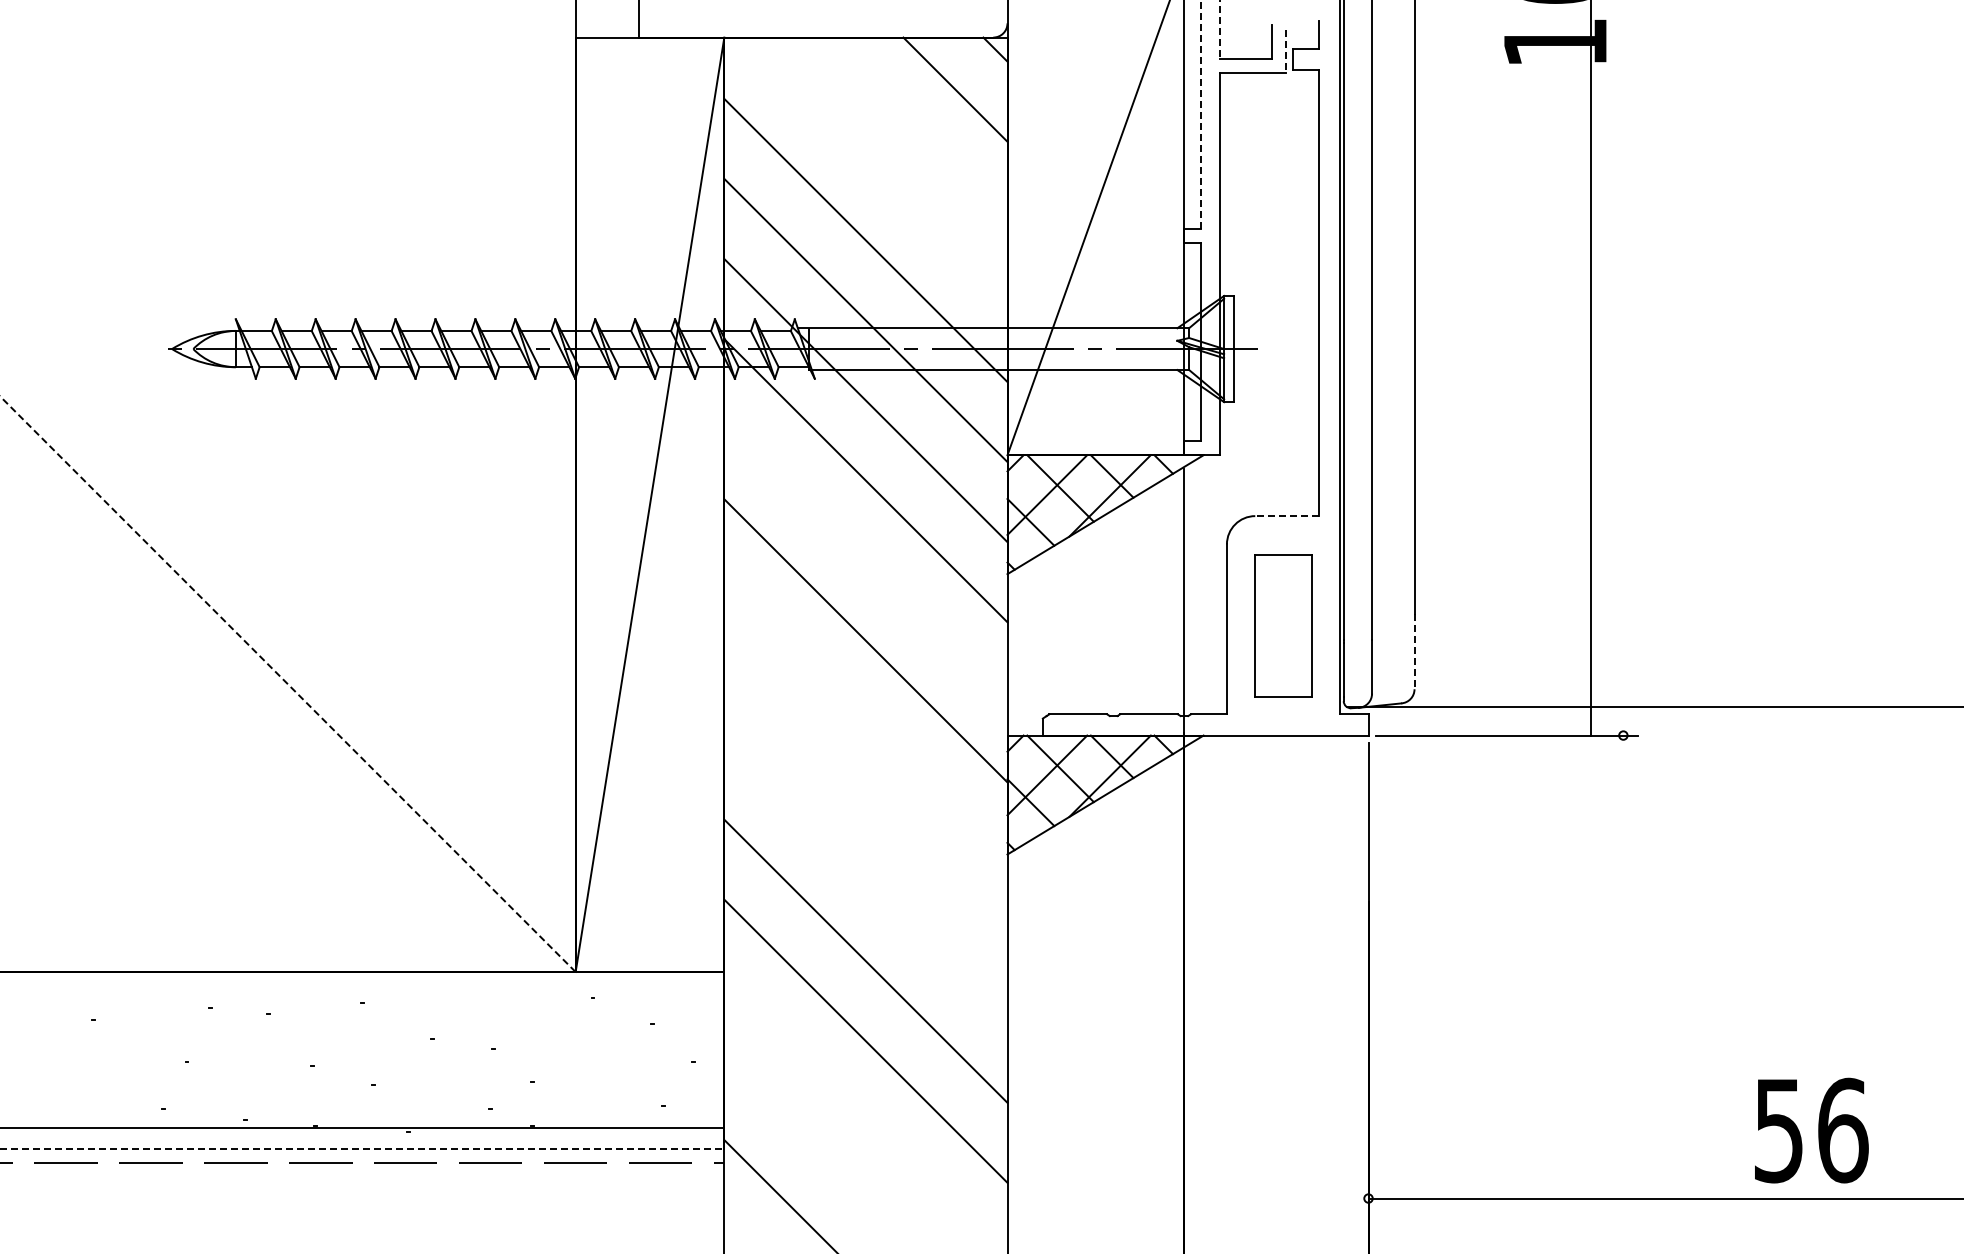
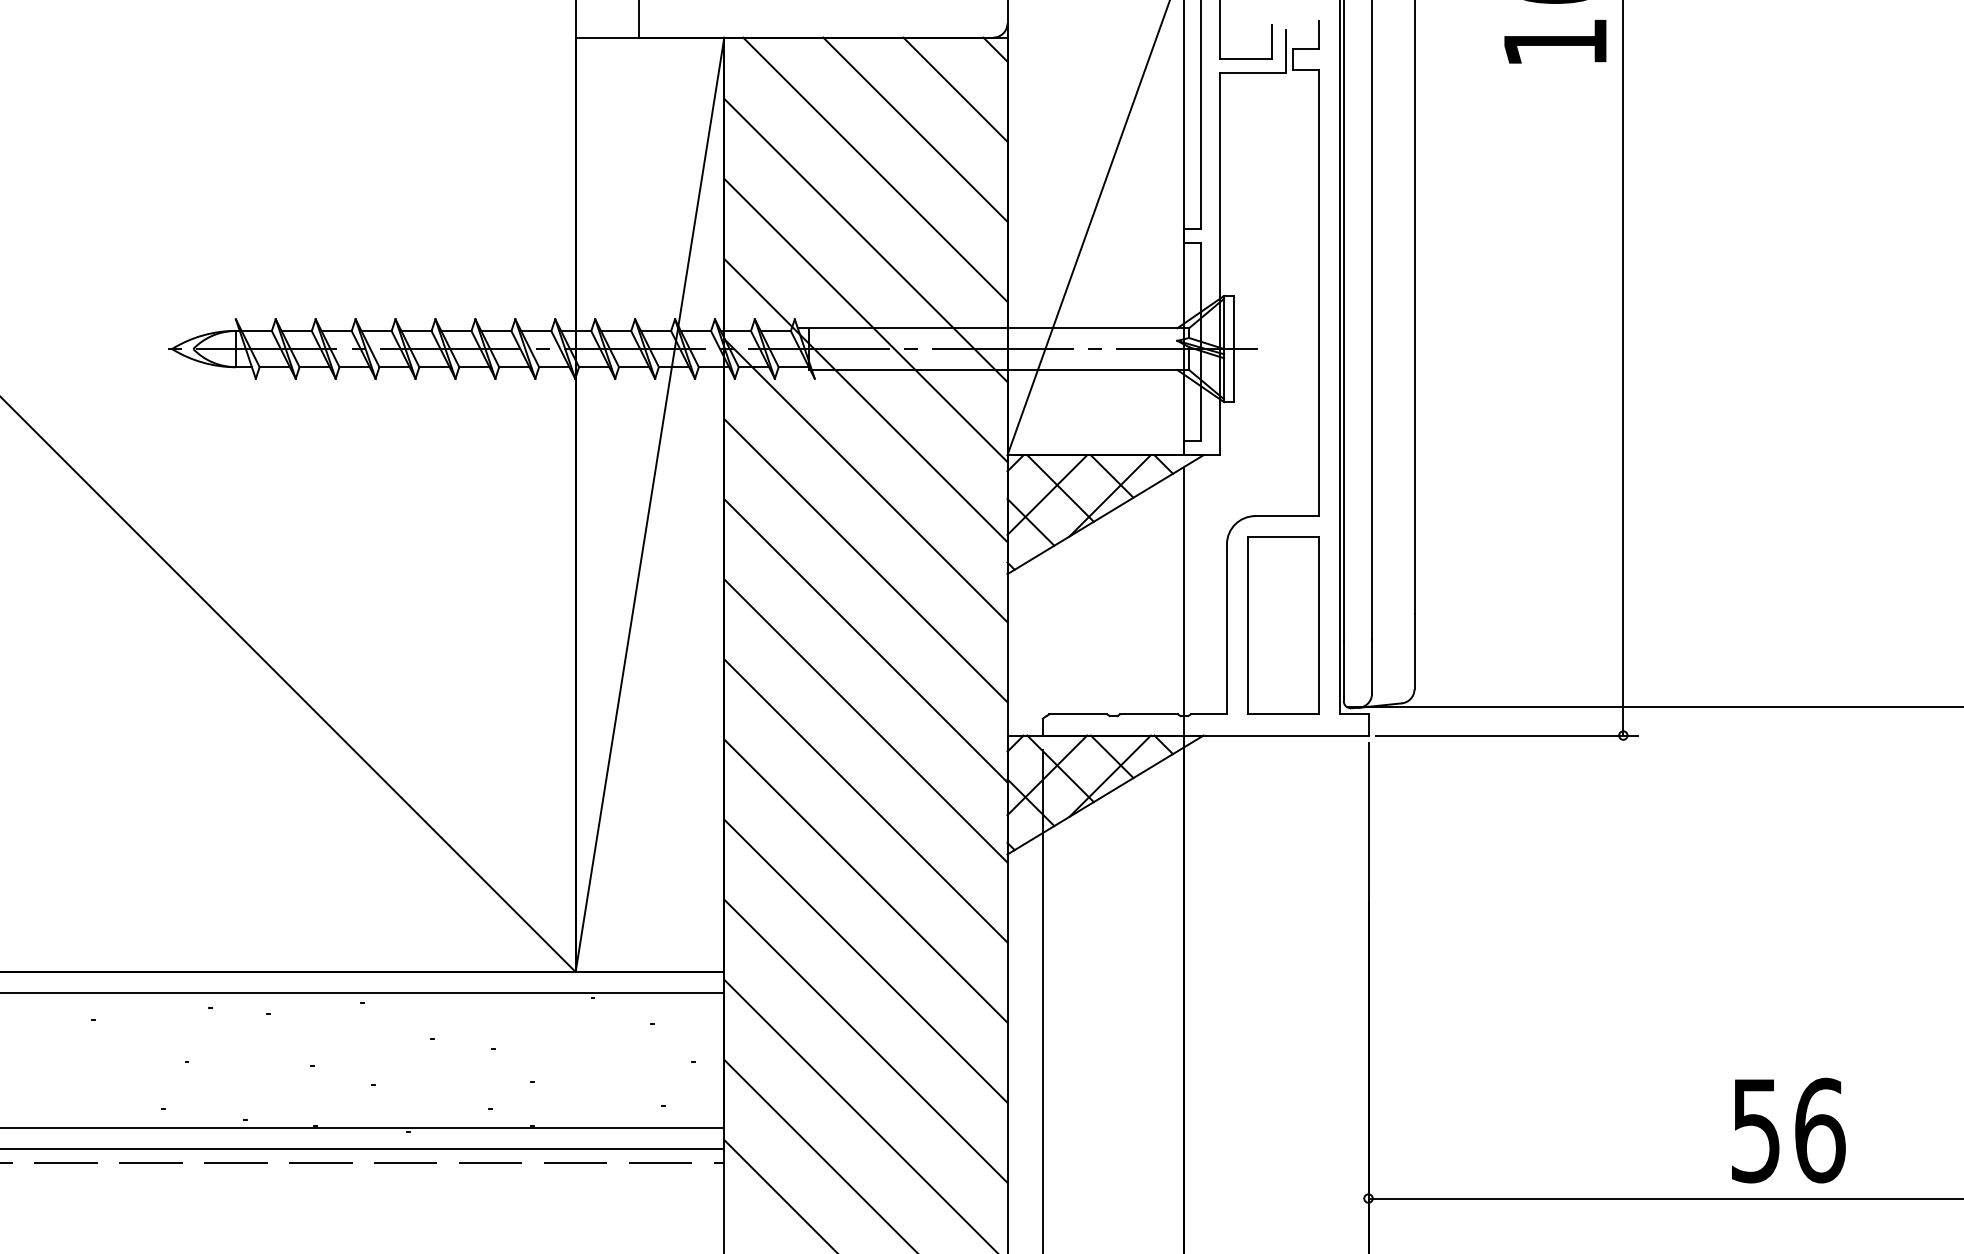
line at (1219, 29): dashed -> solid
line at (1286, 52): dashed -> solid
line at (1201, 114): dashed -> solid
line at (915, 129): none -> present
line at (875, 169): none -> present
line at (1591, 368) position: (1591, 368) -> (1623, 368)
line at (1287, 516): dashed -> solid
line at (865, 560): none -> present
part at (1283, 625) size: 59x144 px -> 73x179 px
line at (1414, 651): dashed -> solid
line at (288, 684): dashed -> solid
line at (865, 720): none -> present
line at (865, 800): none -> present
line at (865, 880): none -> present
line at (363, 993): none -> present
line at (1042, 999): none -> present
line at (859, 1114): none -> present
text at (1811, 1130) position: (1811, 1130) -> (1788, 1130)
line at (362, 1148): dashed -> solid
line at (819, 1154): none -> present
